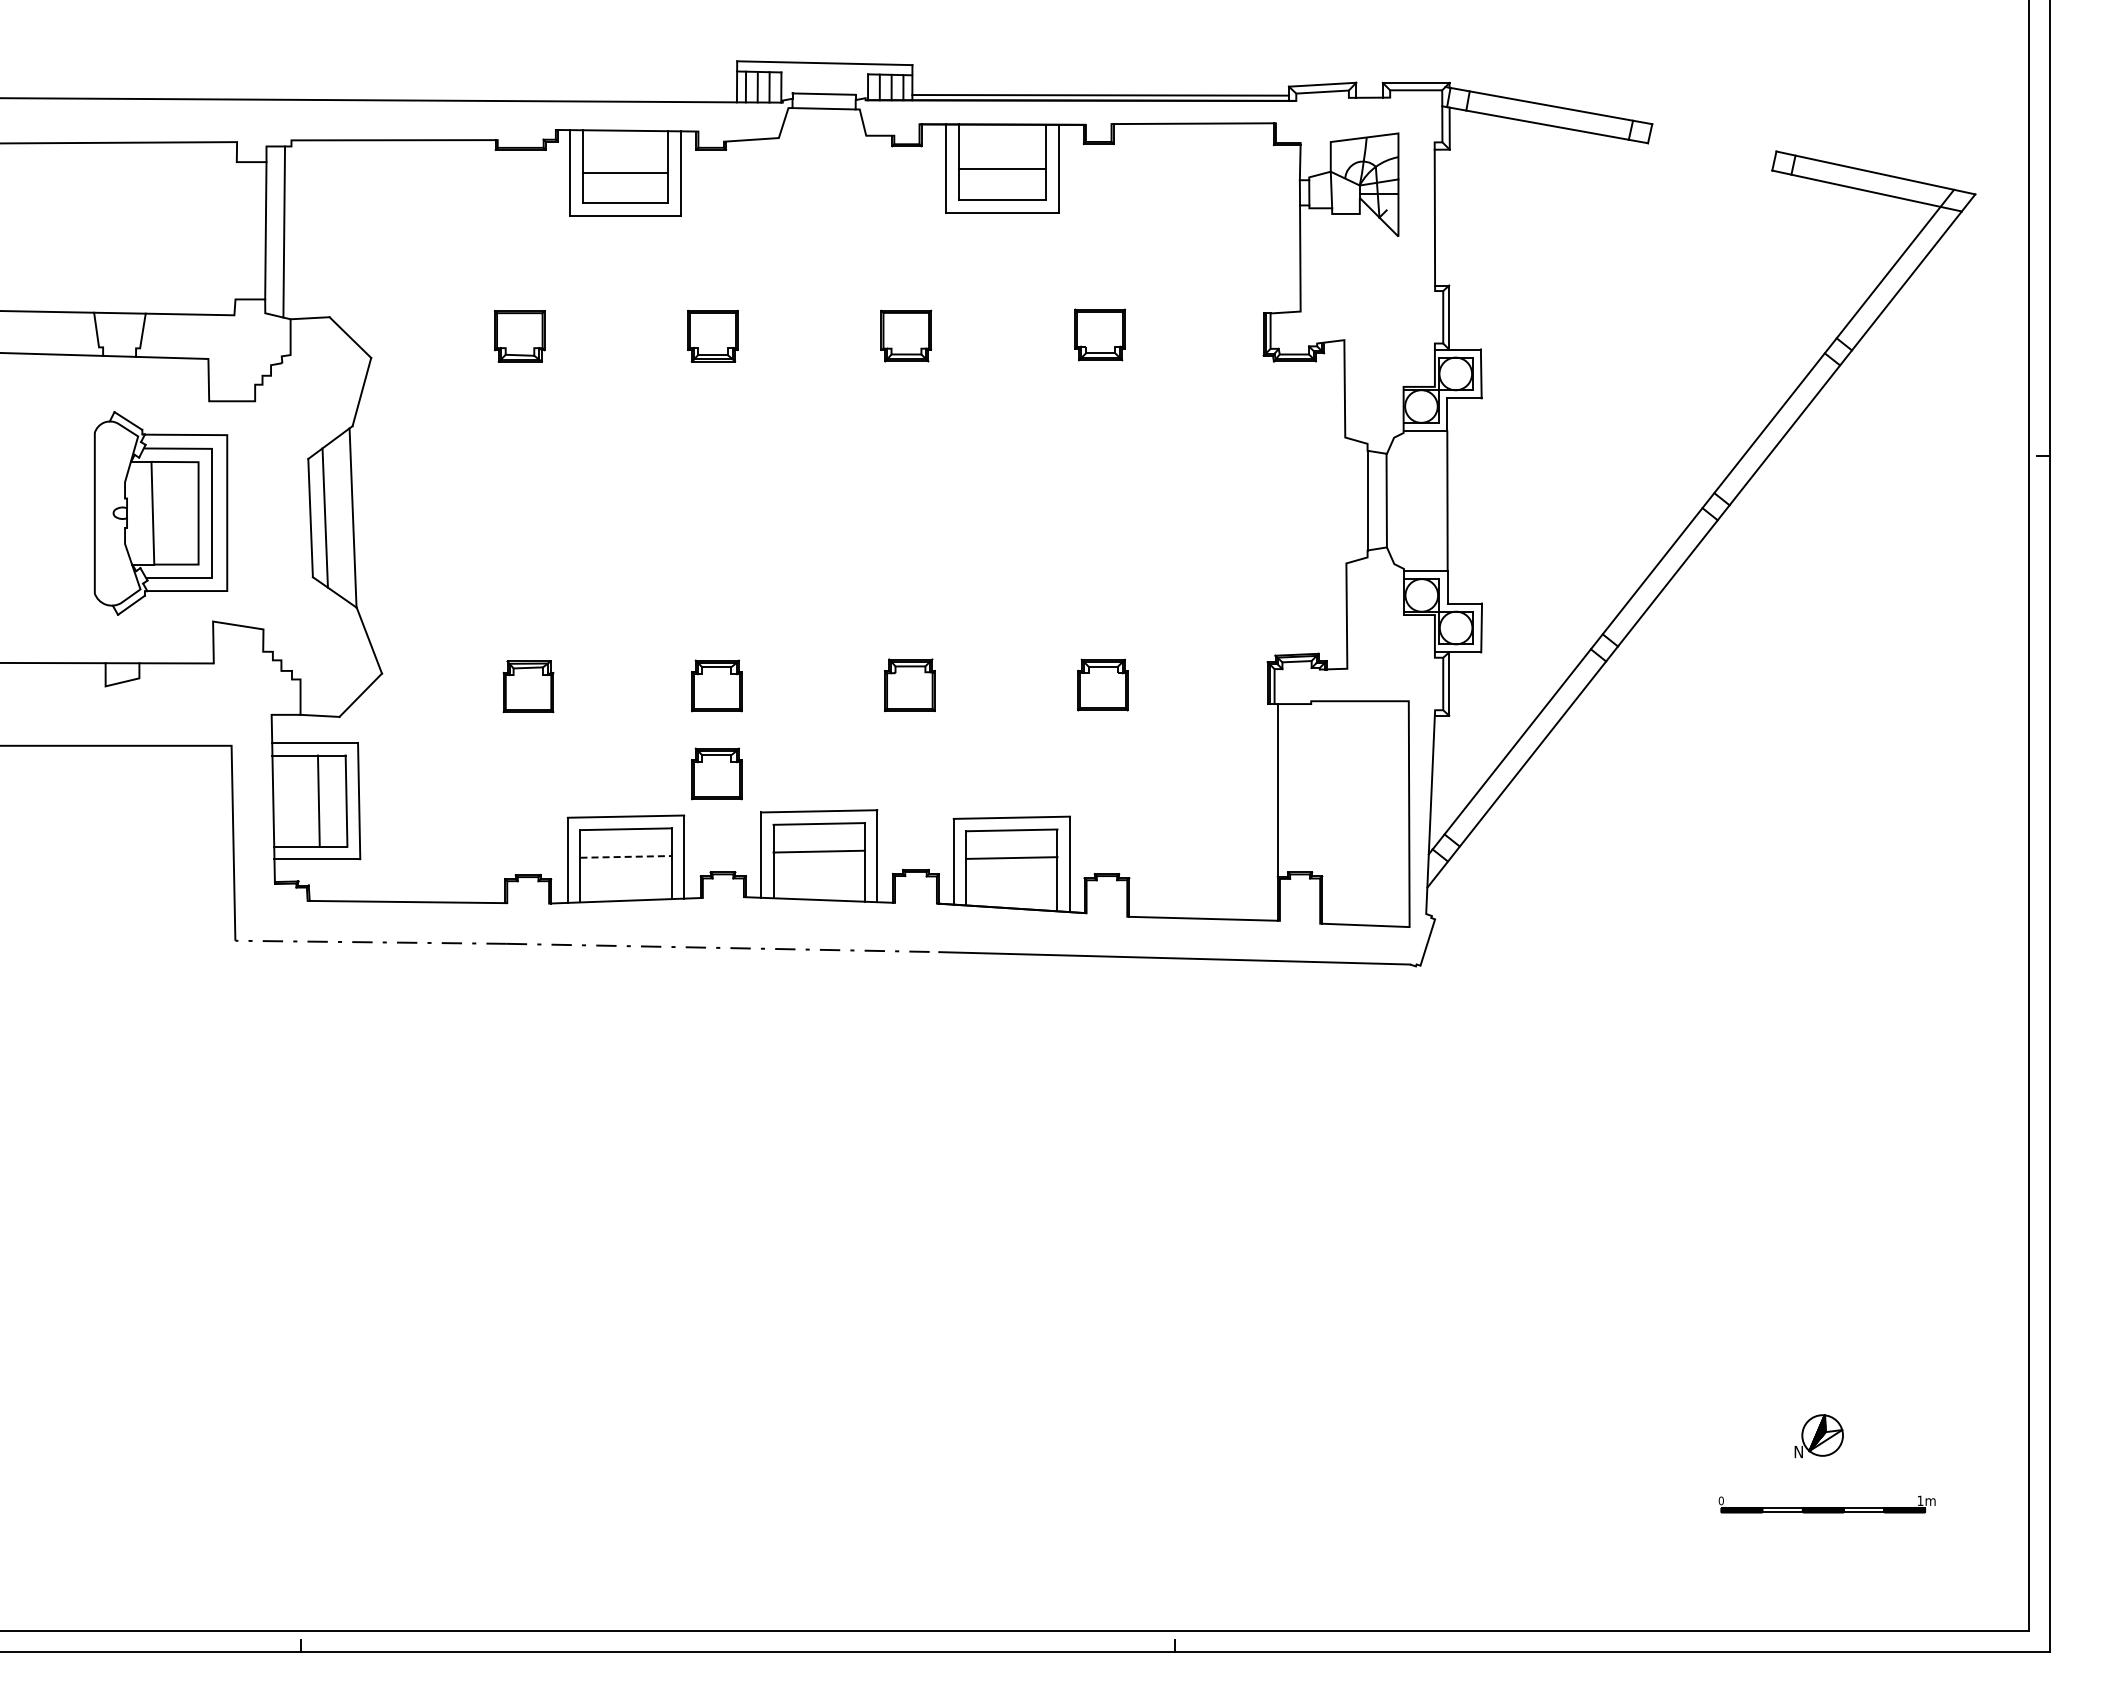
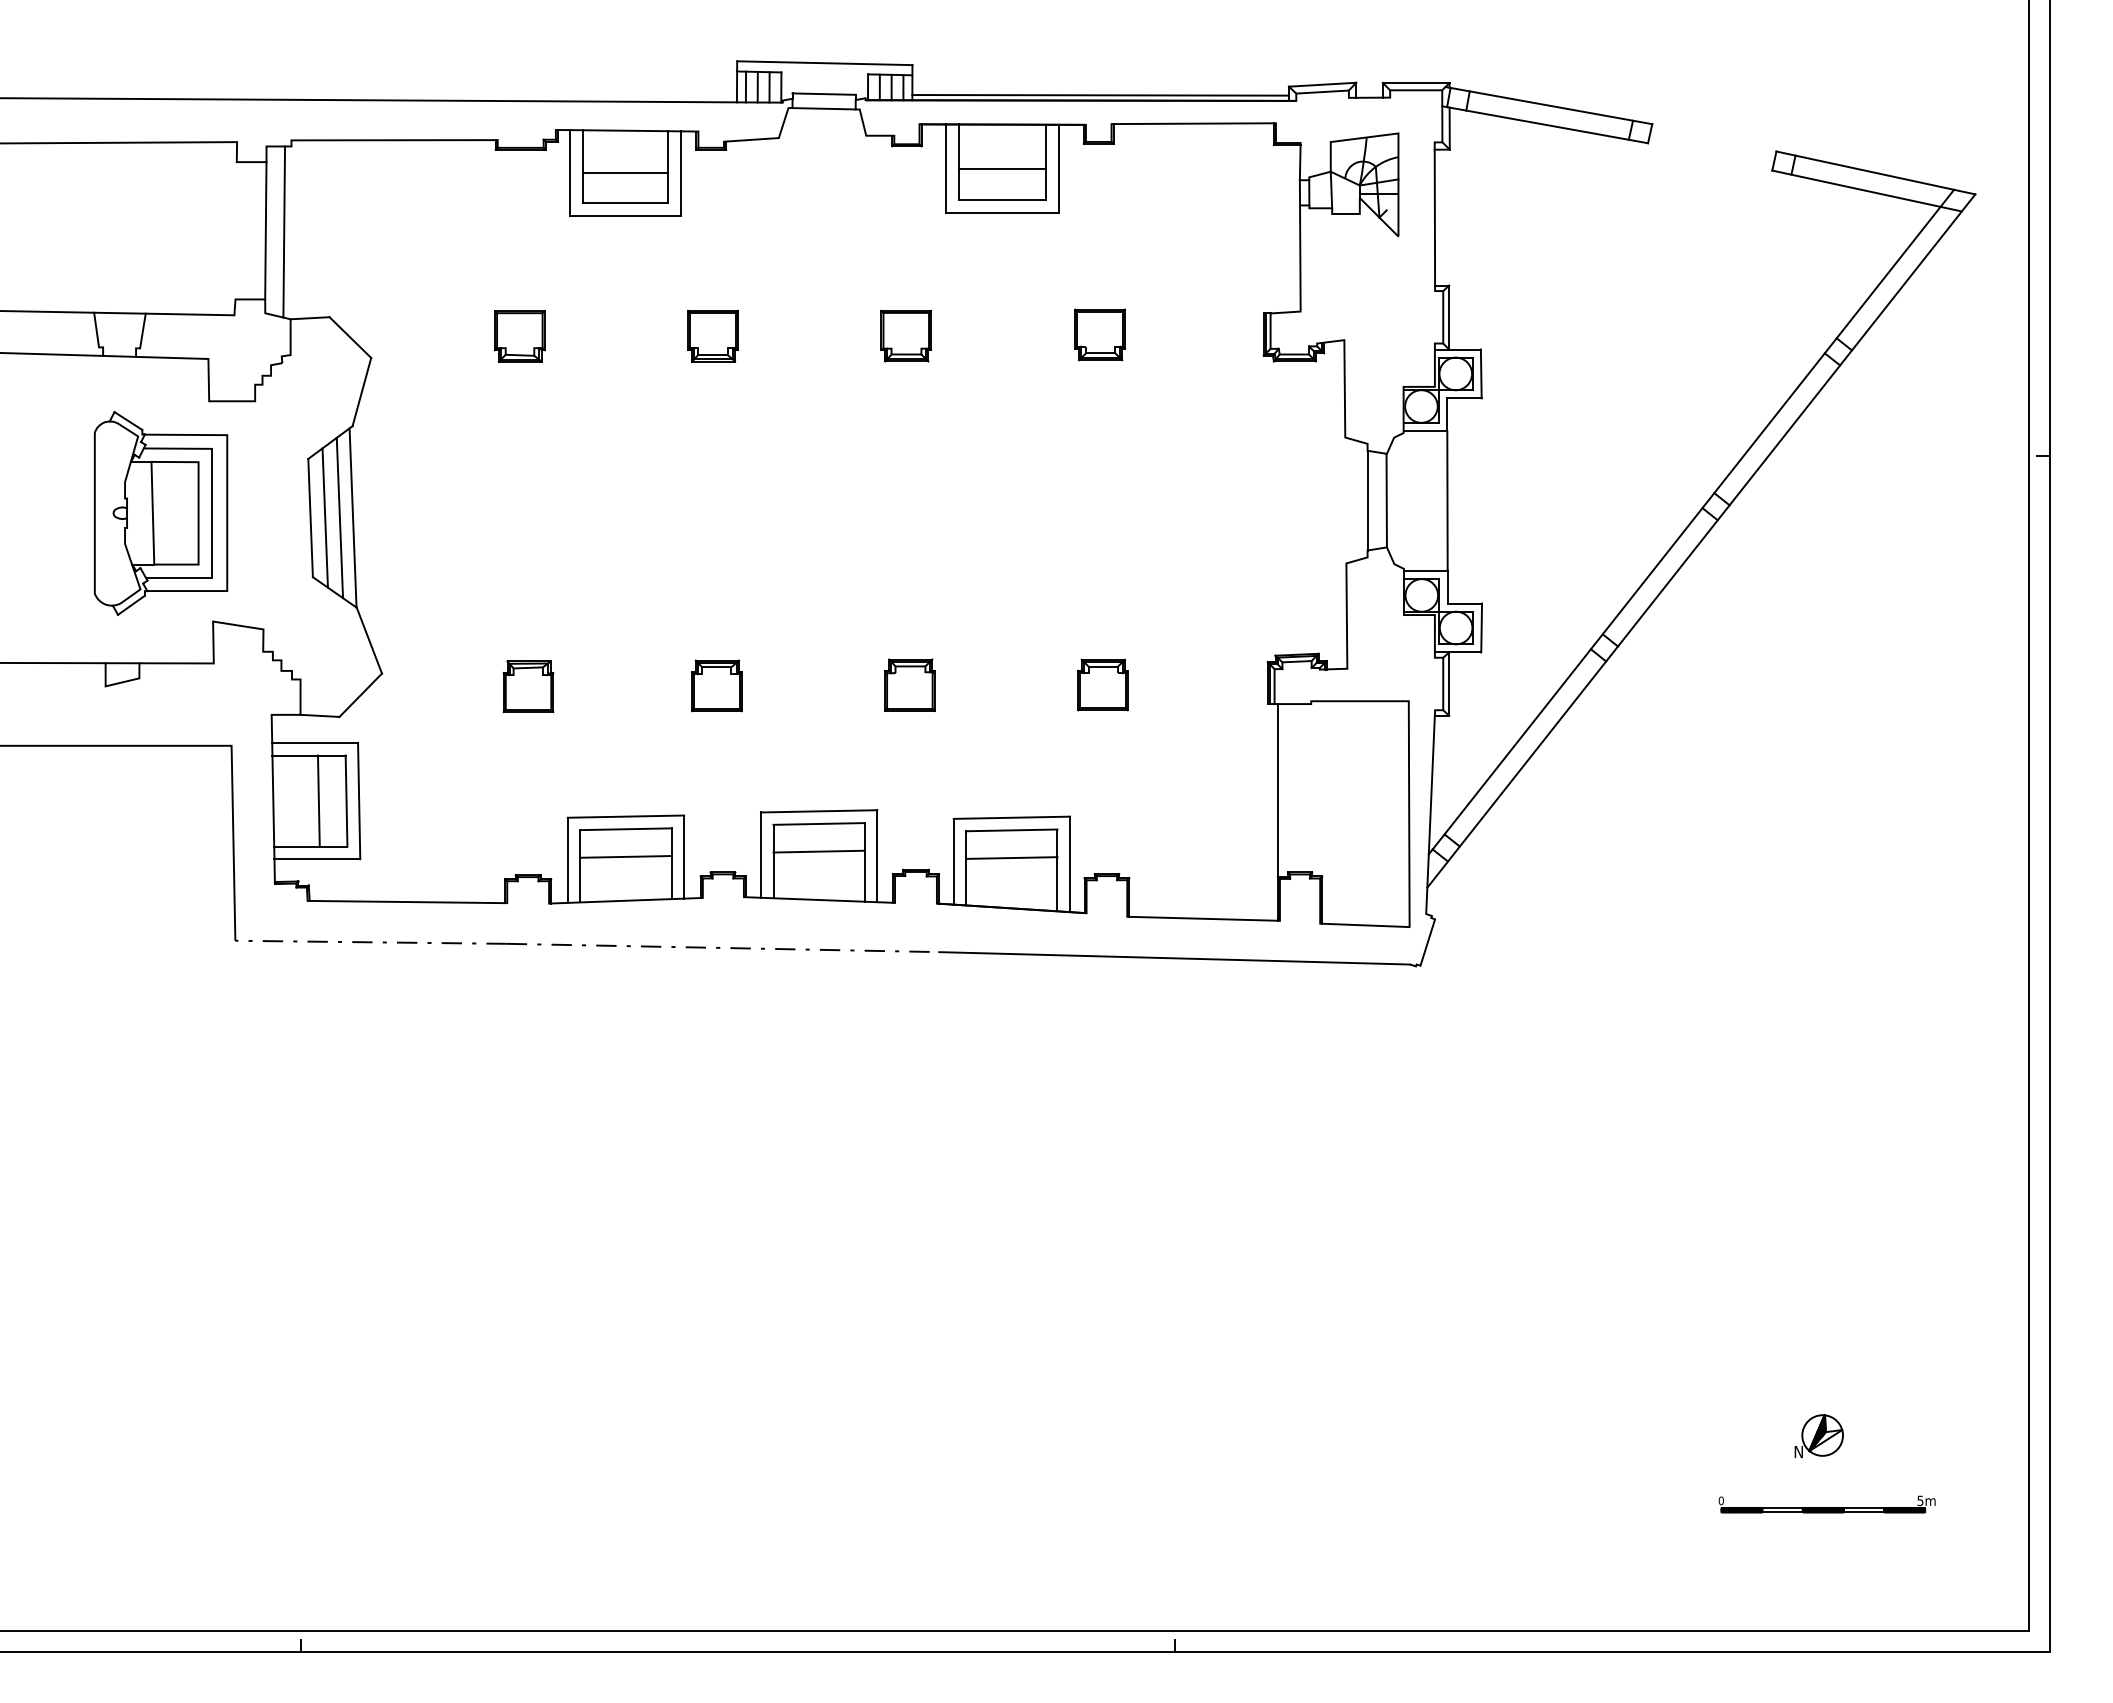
line at (339, 517): none -> present
part at (716, 773): present -> none
line at (625, 856): dashed -> solid
text at (1920, 1500): 1m -> 5m
